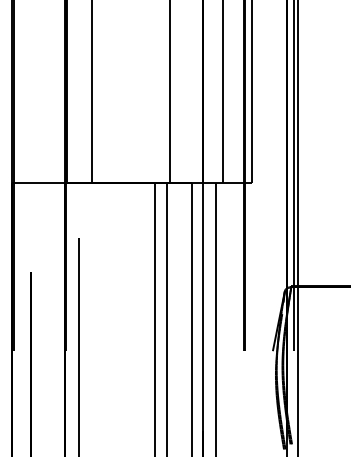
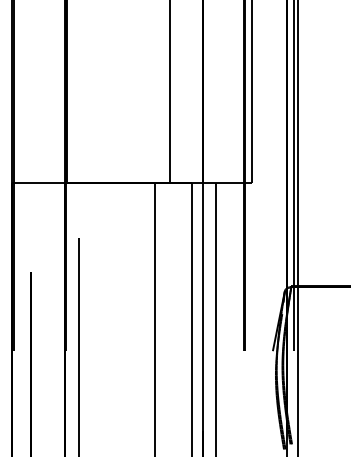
line at (92, 92): present -> none
line at (222, 92): present -> none
line at (166, 318): present -> none
